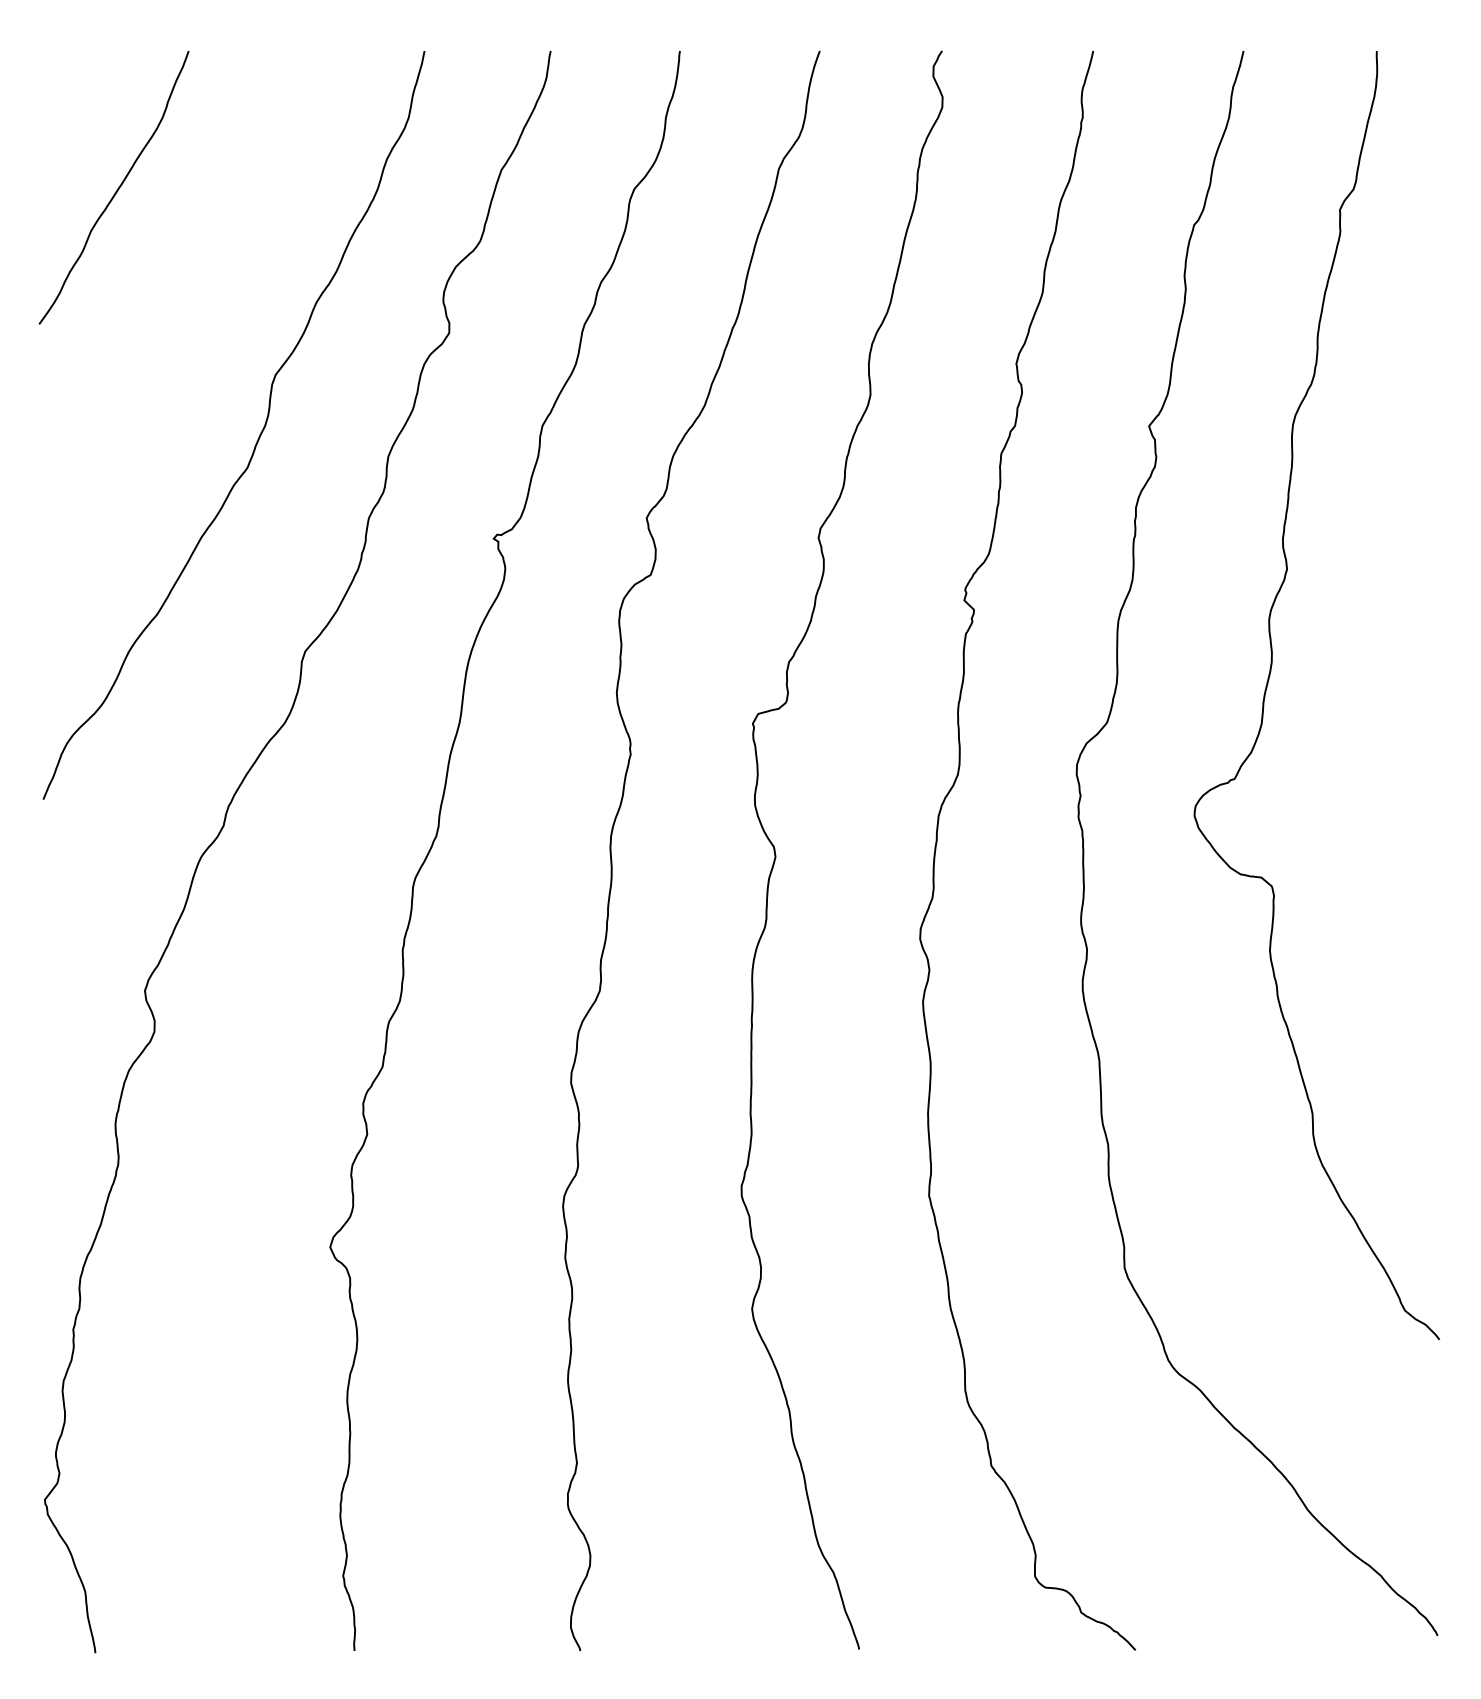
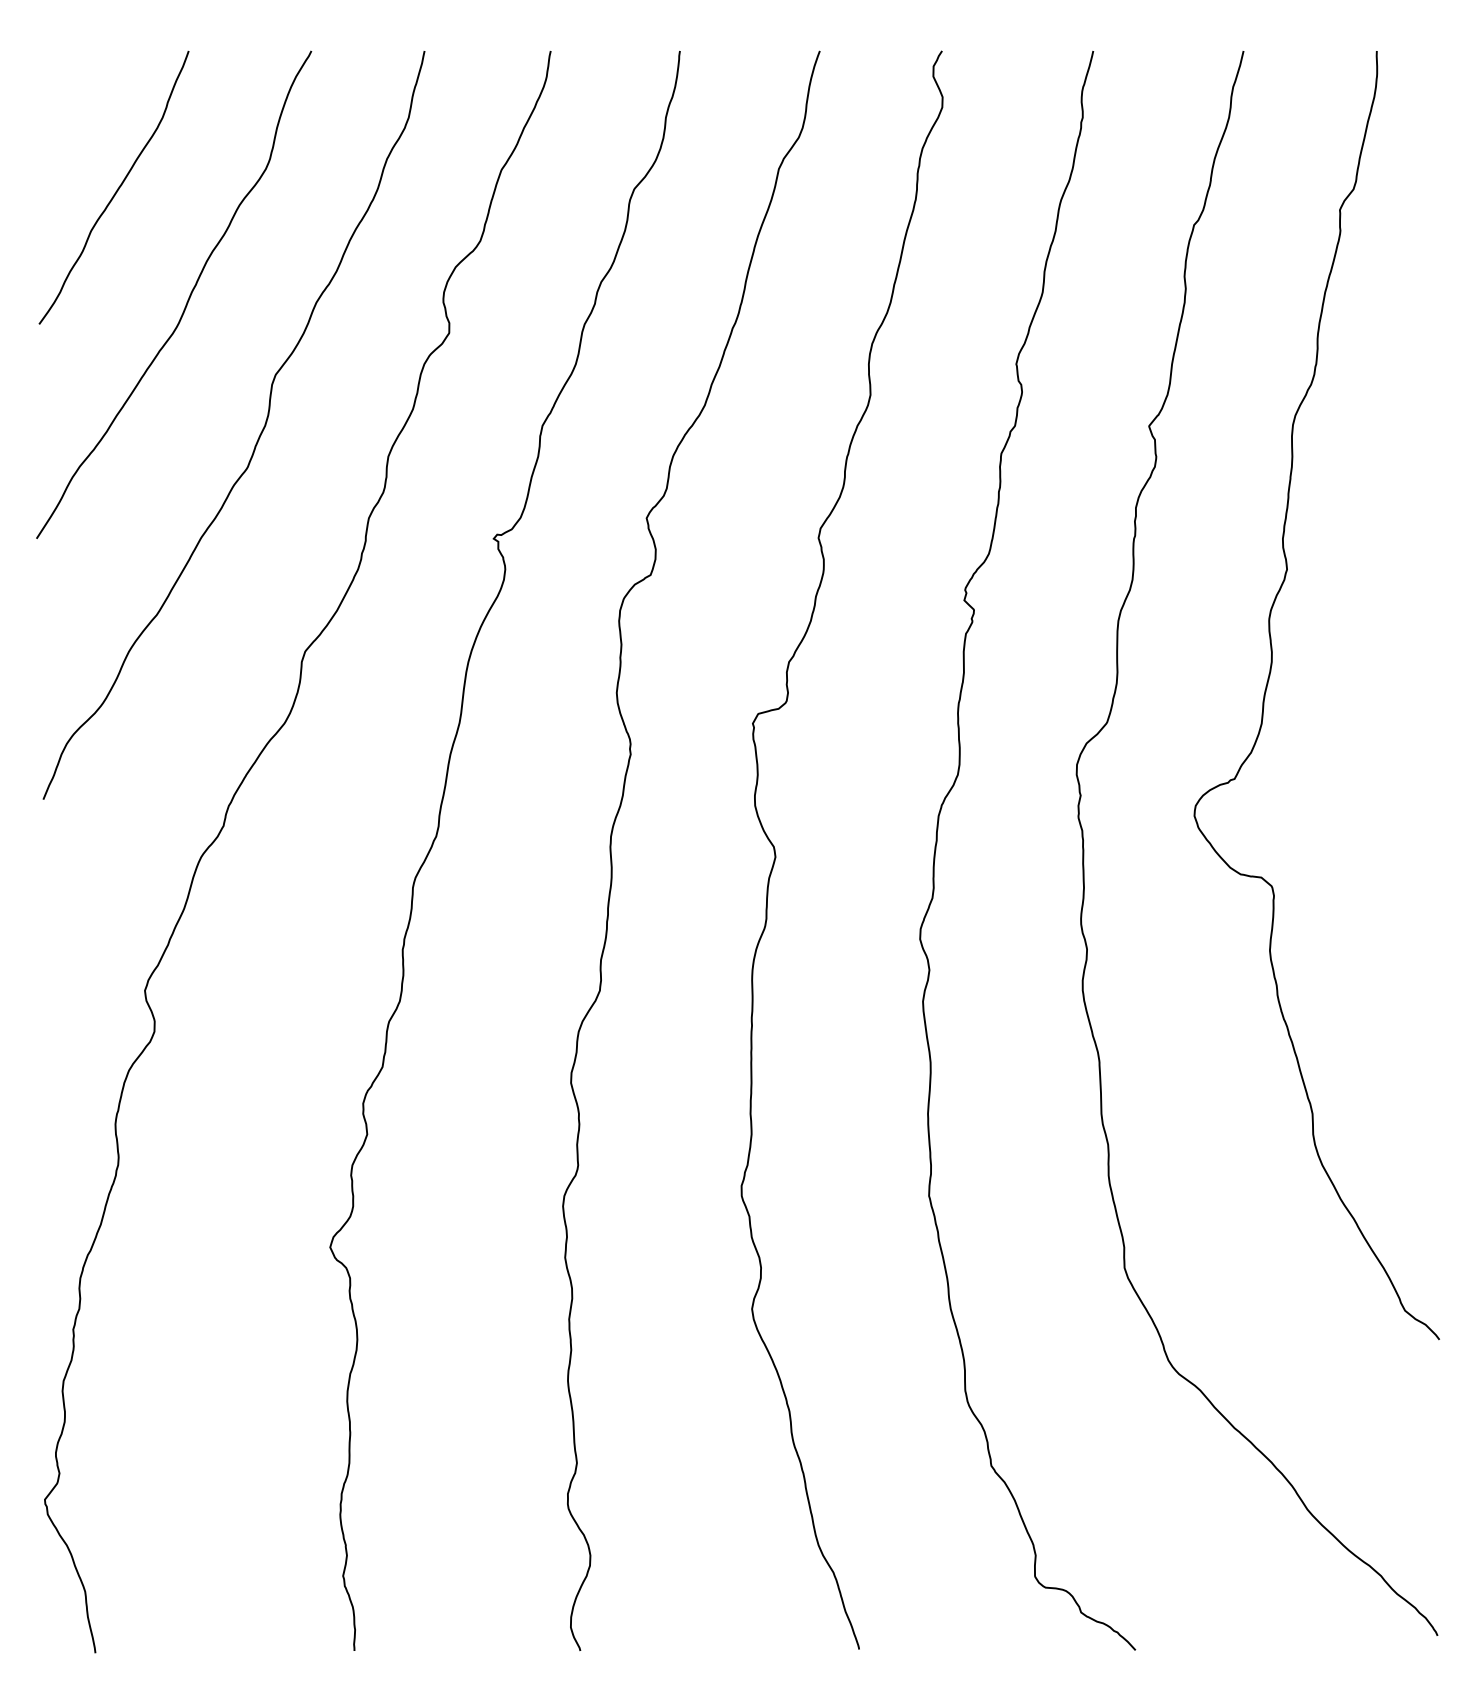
curve at (187, 299): none -> present
